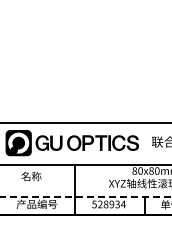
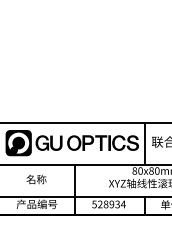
line at (144, 143): none -> present
text at (31, 176) position: (31, 176) -> (36, 179)
line at (86, 196): dashed -> solid
